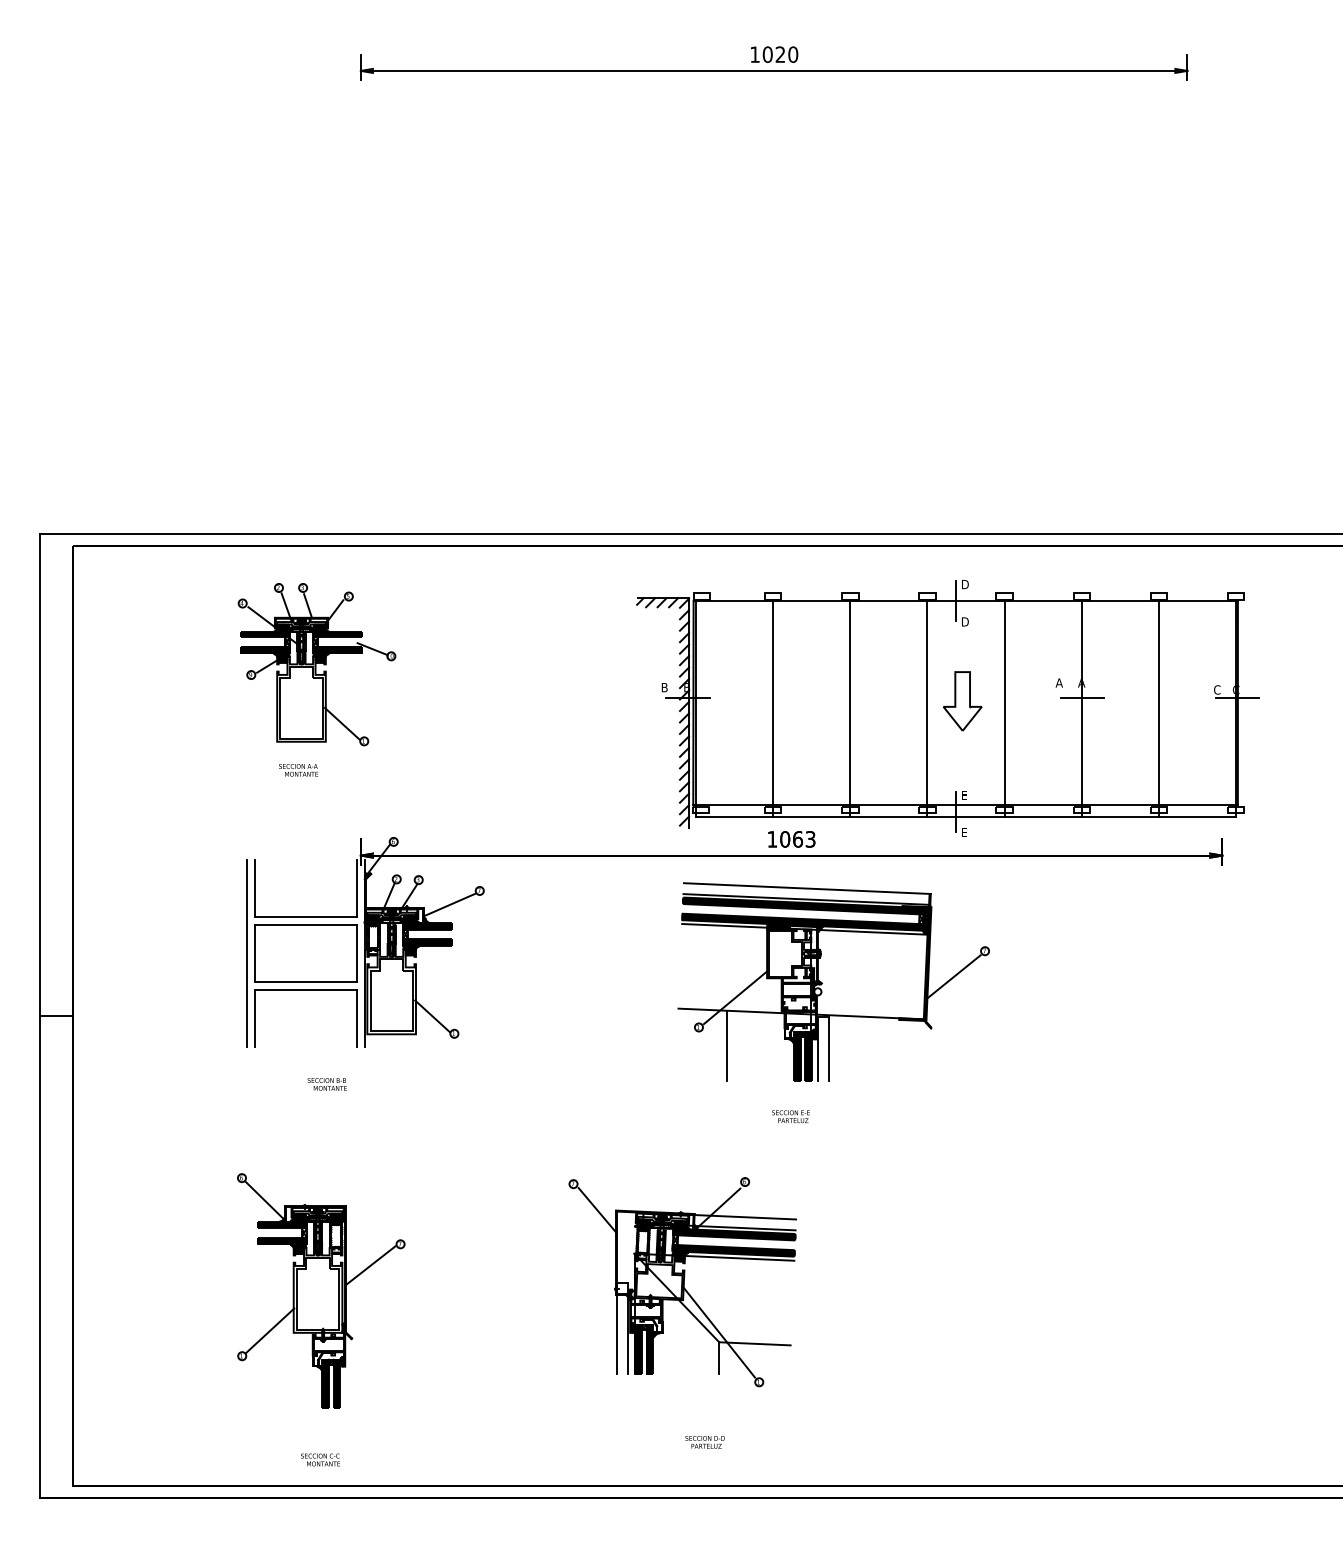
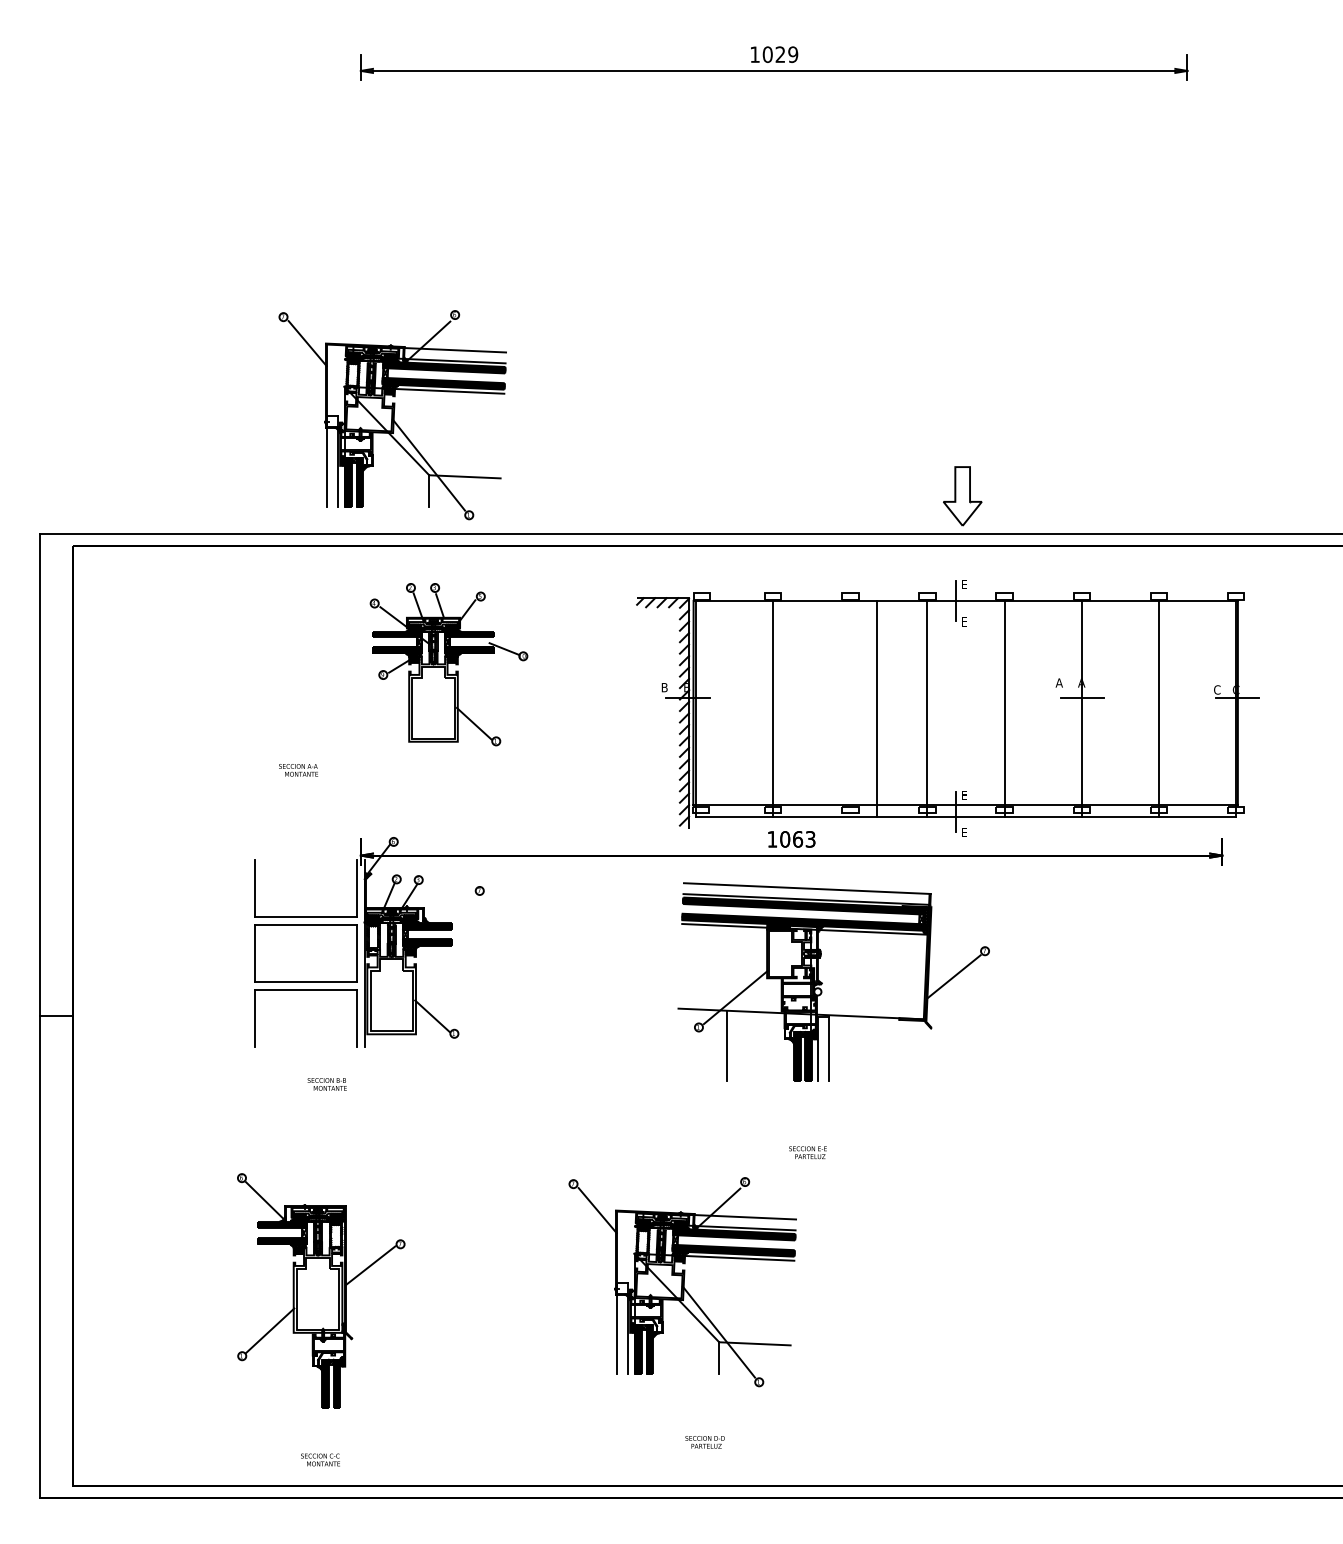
text at (793, 54): 1020 -> 1029
part at (392, 415): none -> present
text at (965, 584): D -> E
text at (965, 621): D -> E
part at (316, 664) position: (316, 664) -> (448, 664)
part at (962, 701) position: (962, 701) -> (962, 496)
line at (850, 708) position: (850, 708) -> (877, 708)
line at (449, 904): present -> none
line at (247, 953): present -> none
text at (790, 1116) position: (790, 1116) -> (807, 1152)
